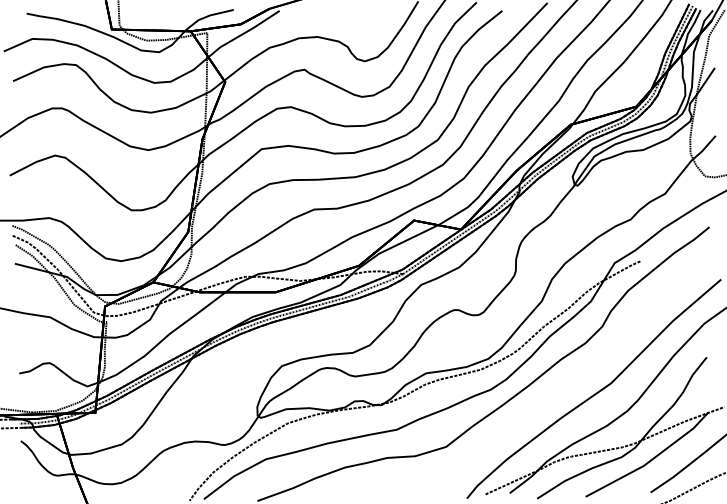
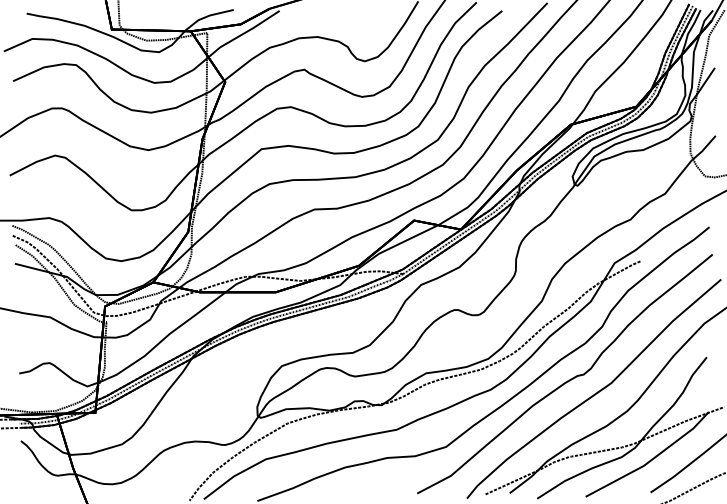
curve at (567, 380): none -> present
